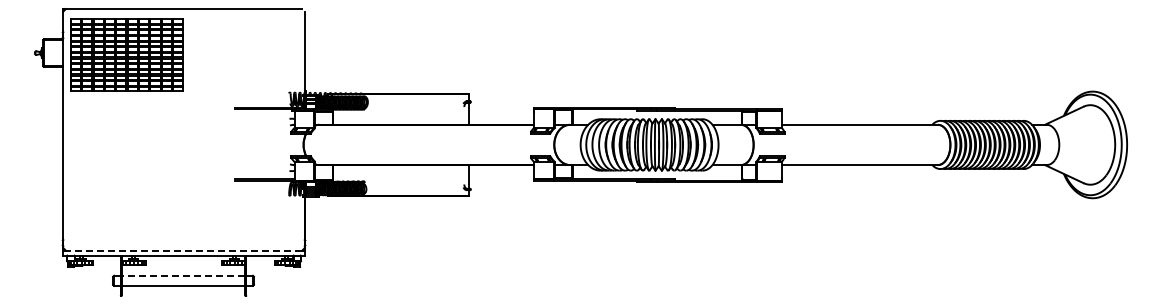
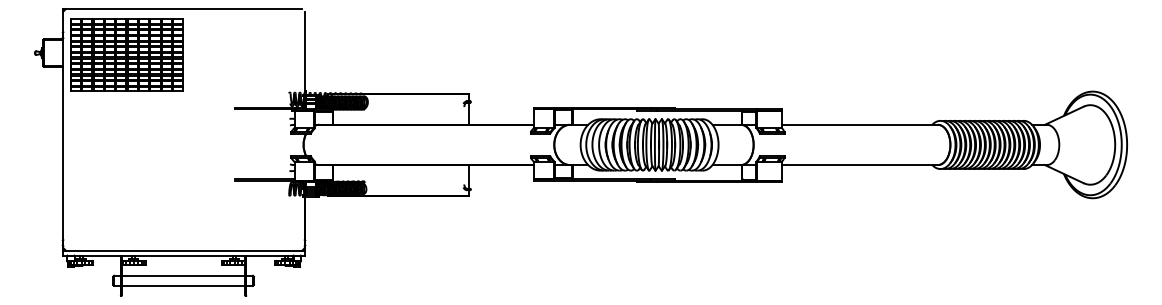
line at (183, 250): dashed -> solid
line at (183, 275): dashed -> solid
